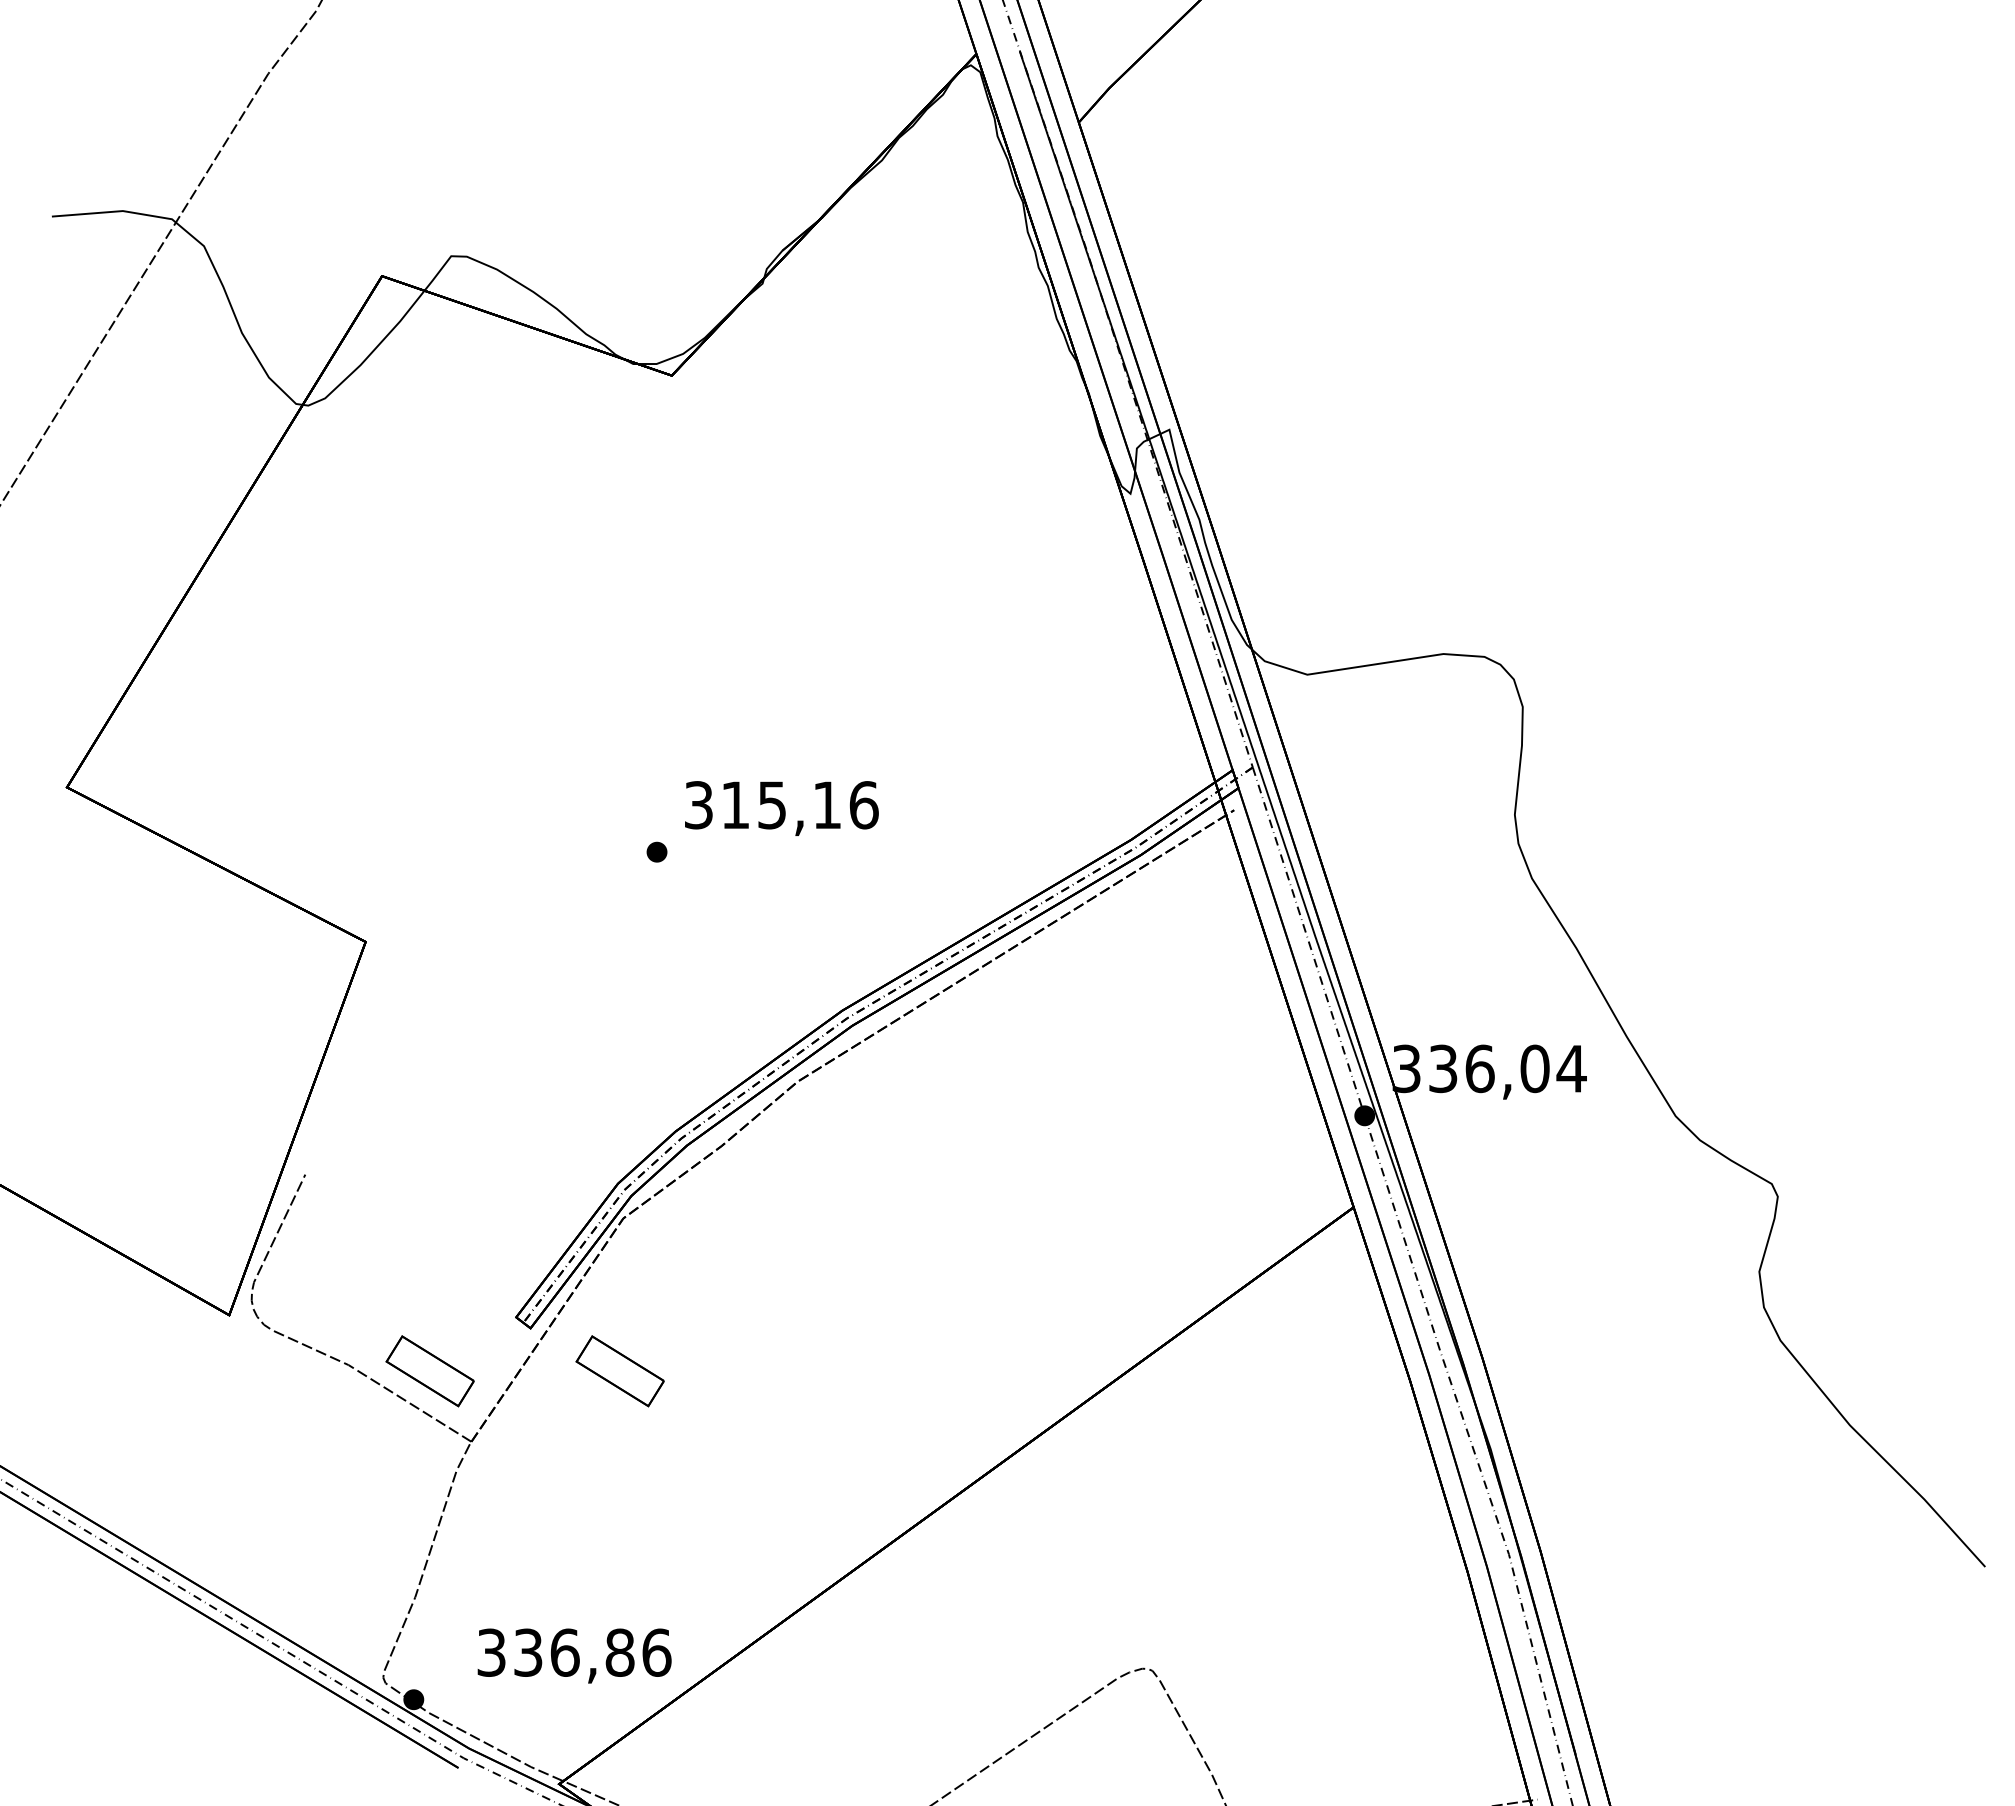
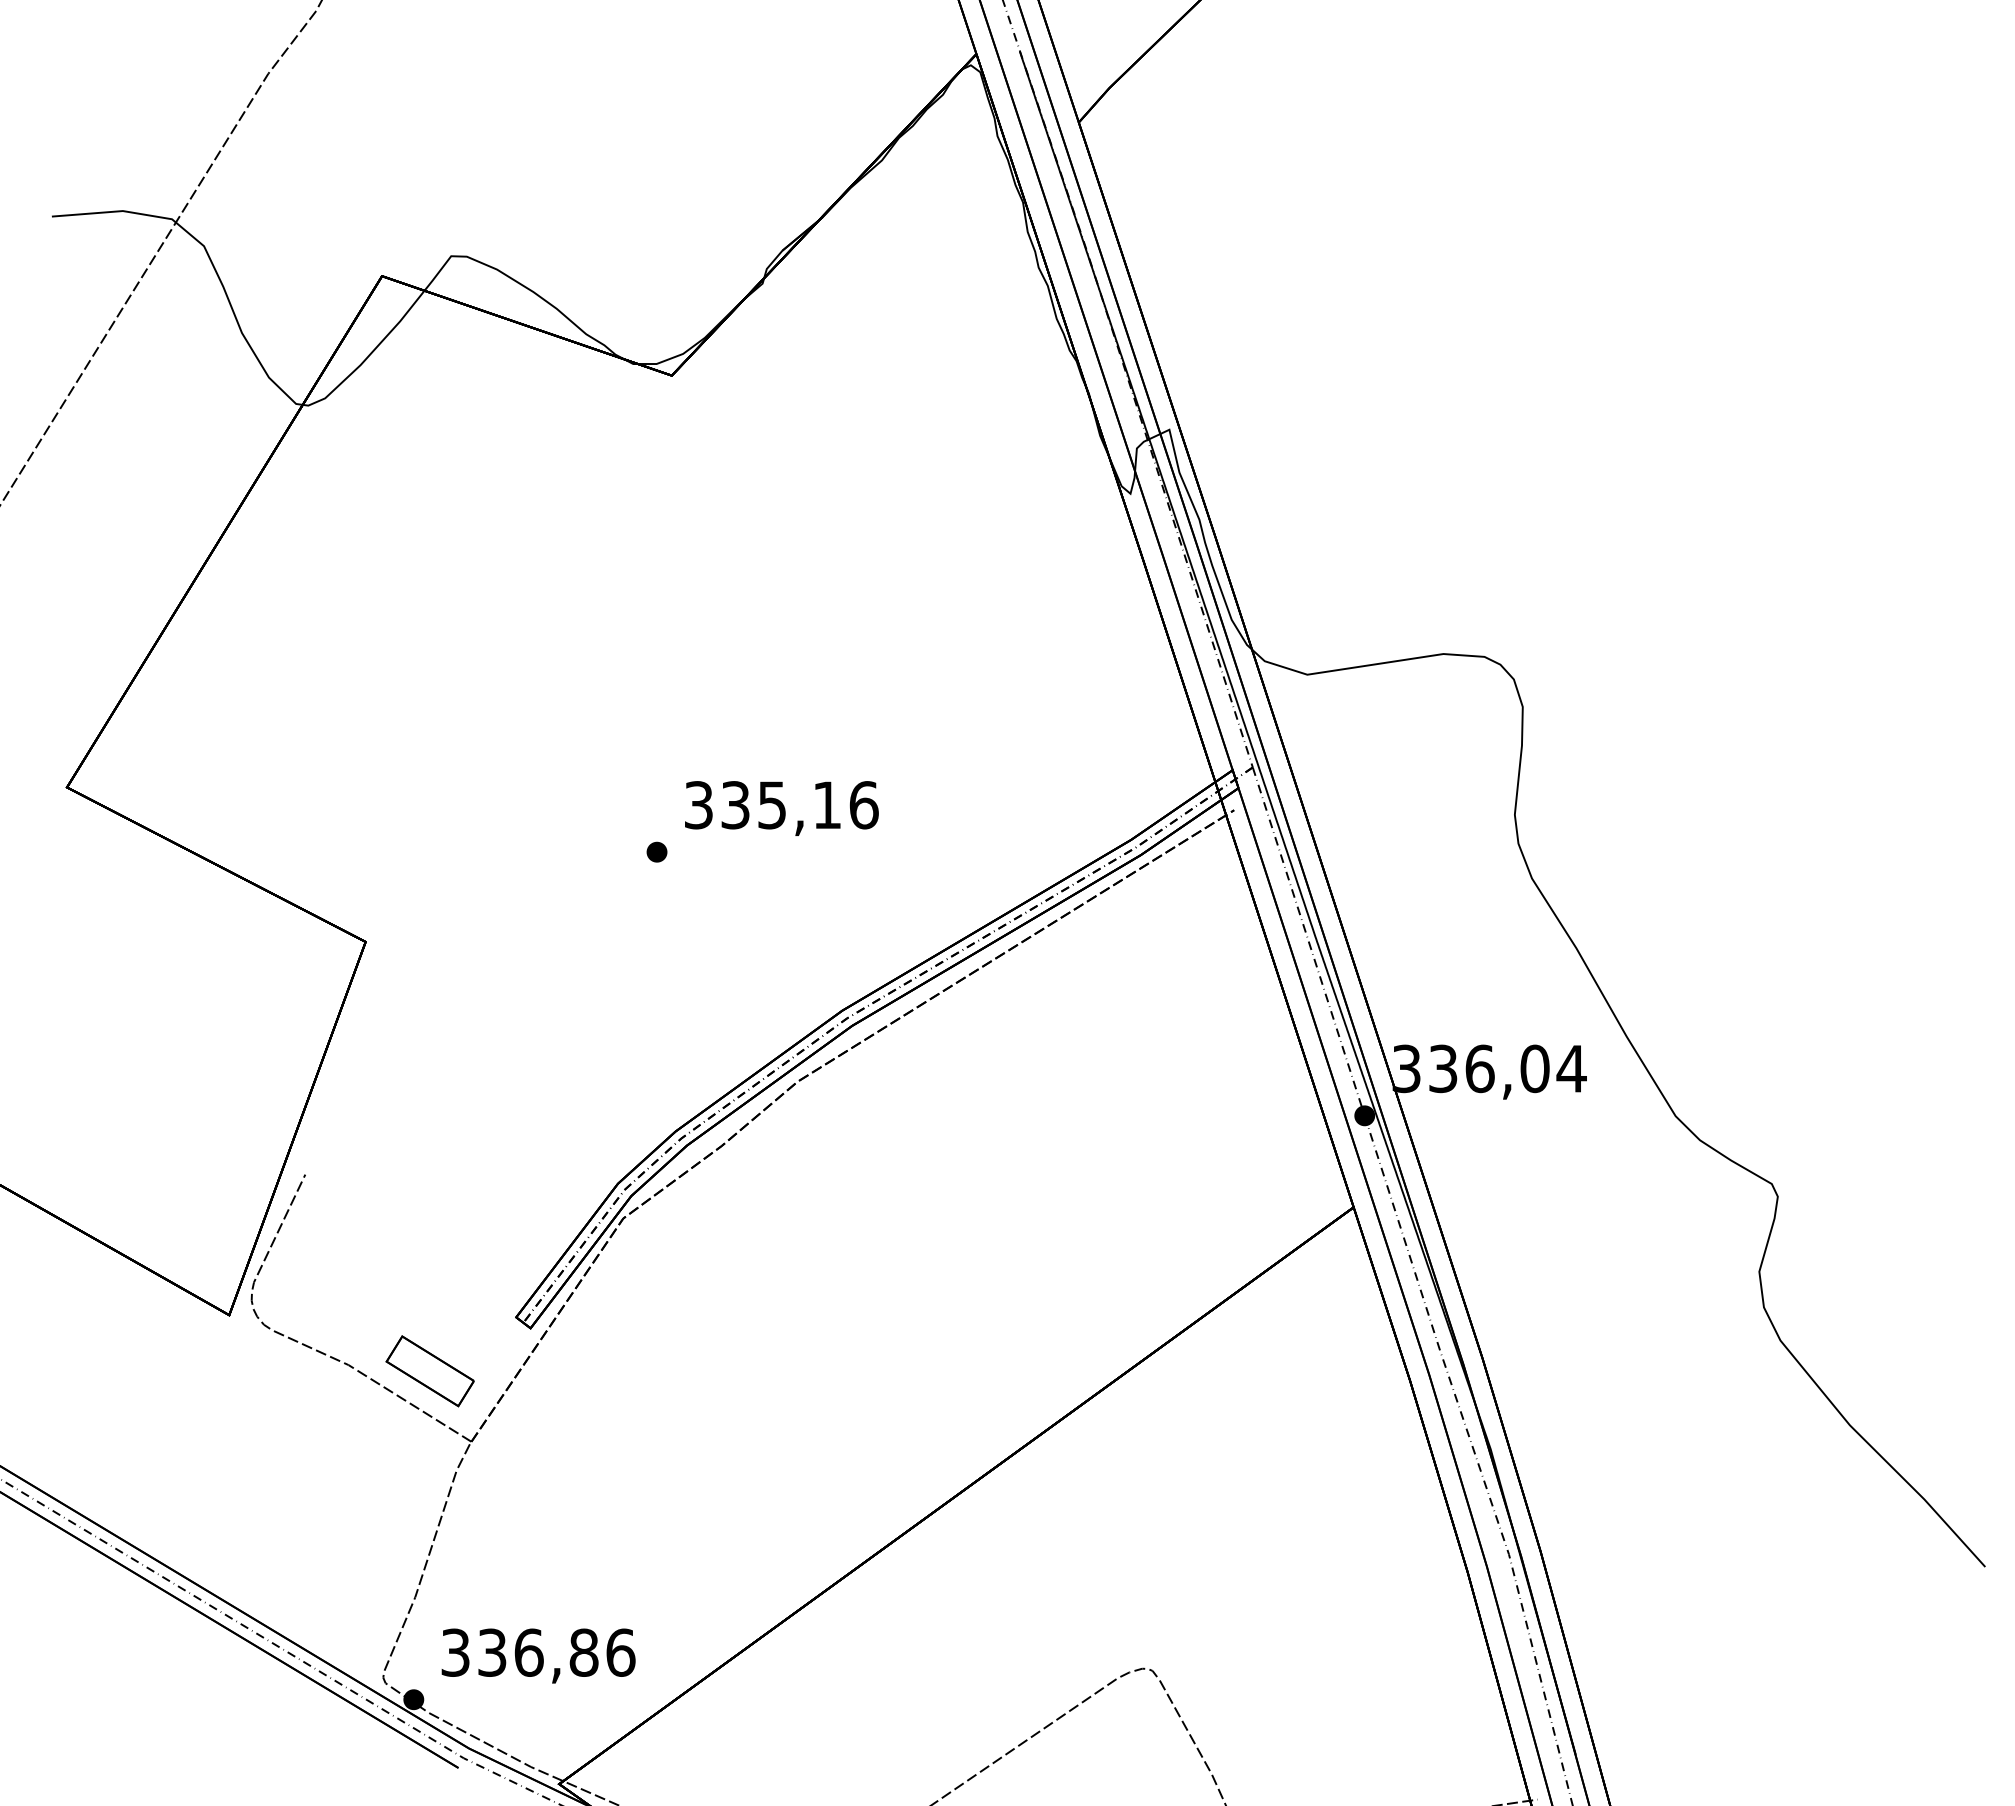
text at (735, 805): 315,16 -> 335,16
part at (619, 1371): present -> none
text at (574, 1655) position: (574, 1655) -> (538, 1655)
